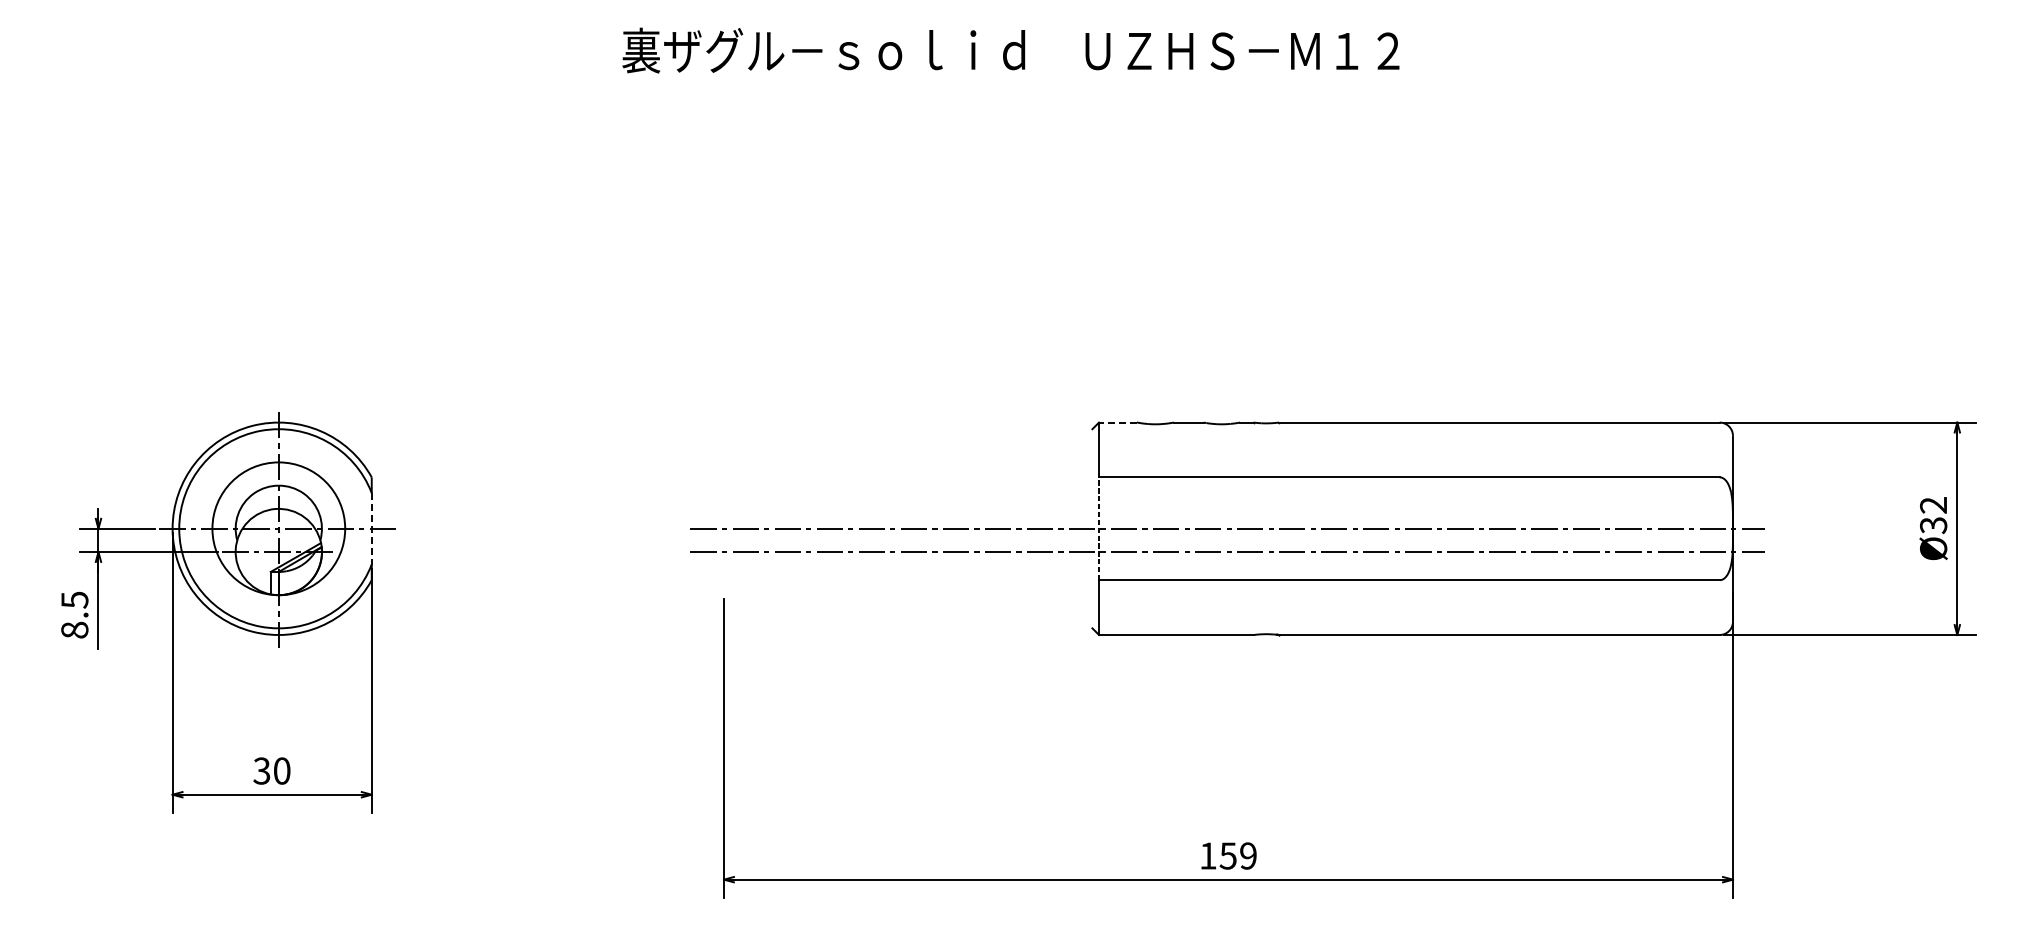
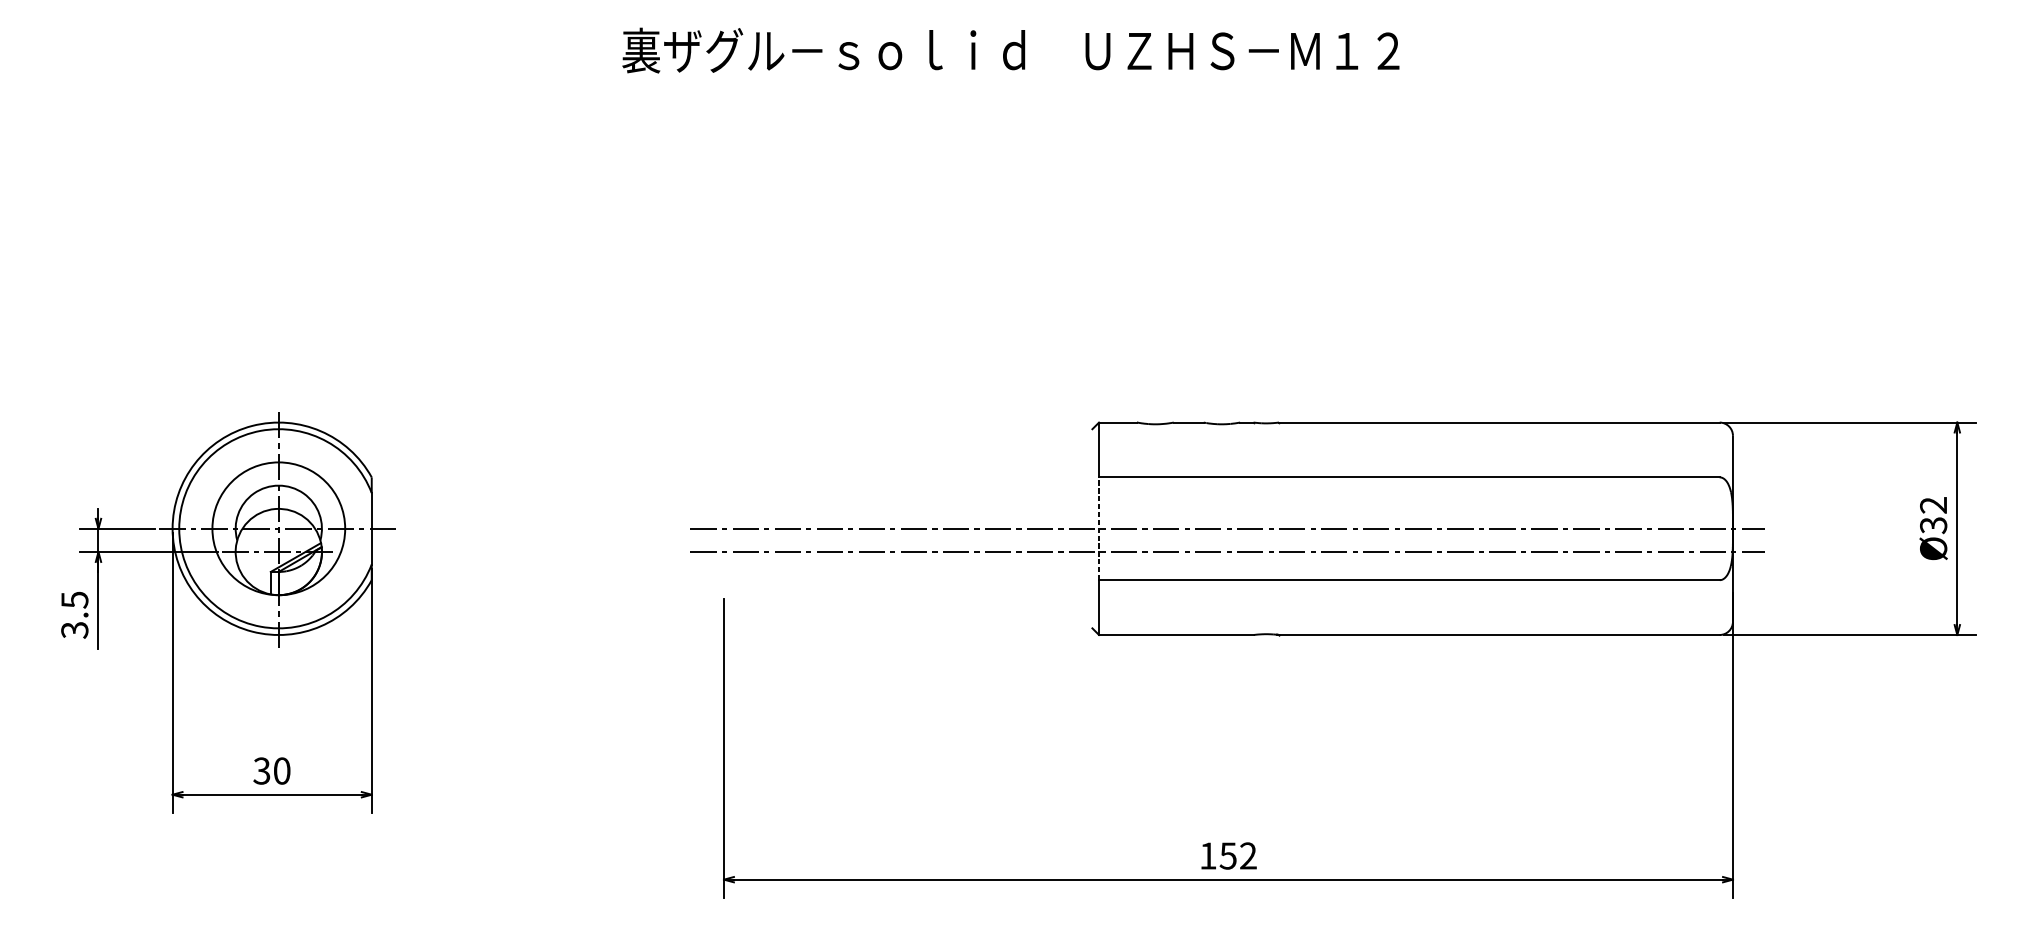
line at (1117, 422): dashed -> solid
line at (371, 528): dashed -> solid
text at (74, 629): 8.5 -> 3.5
text at (1248, 855): 159 -> 152
